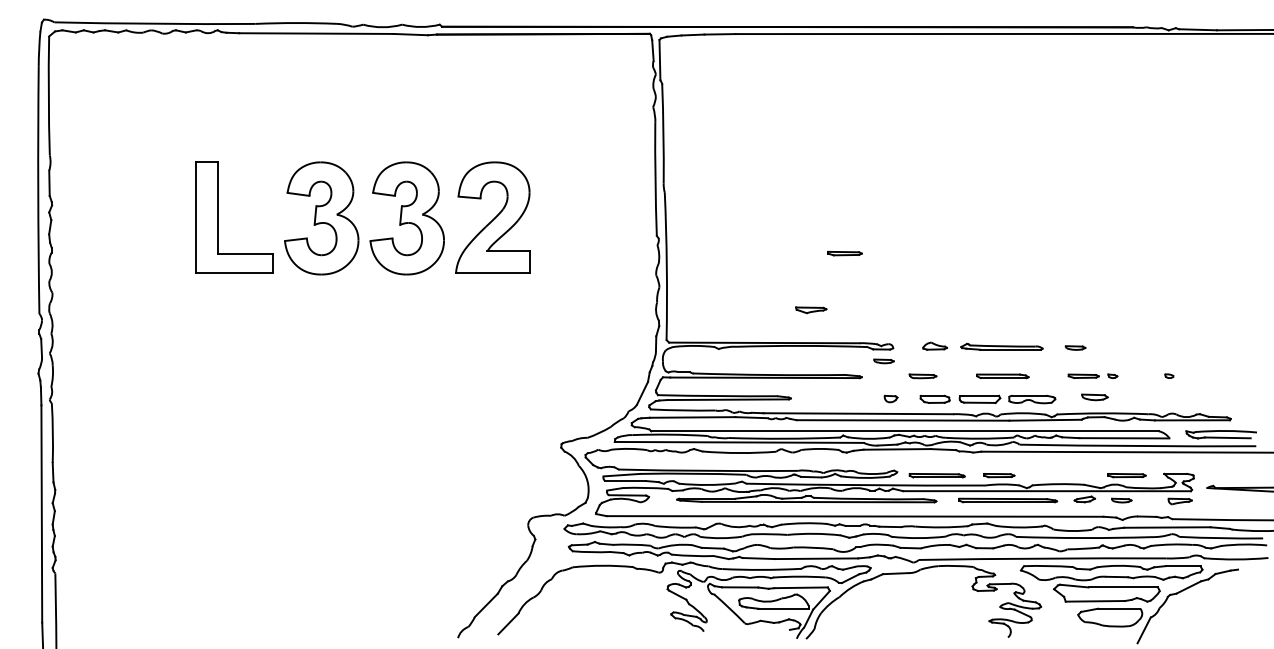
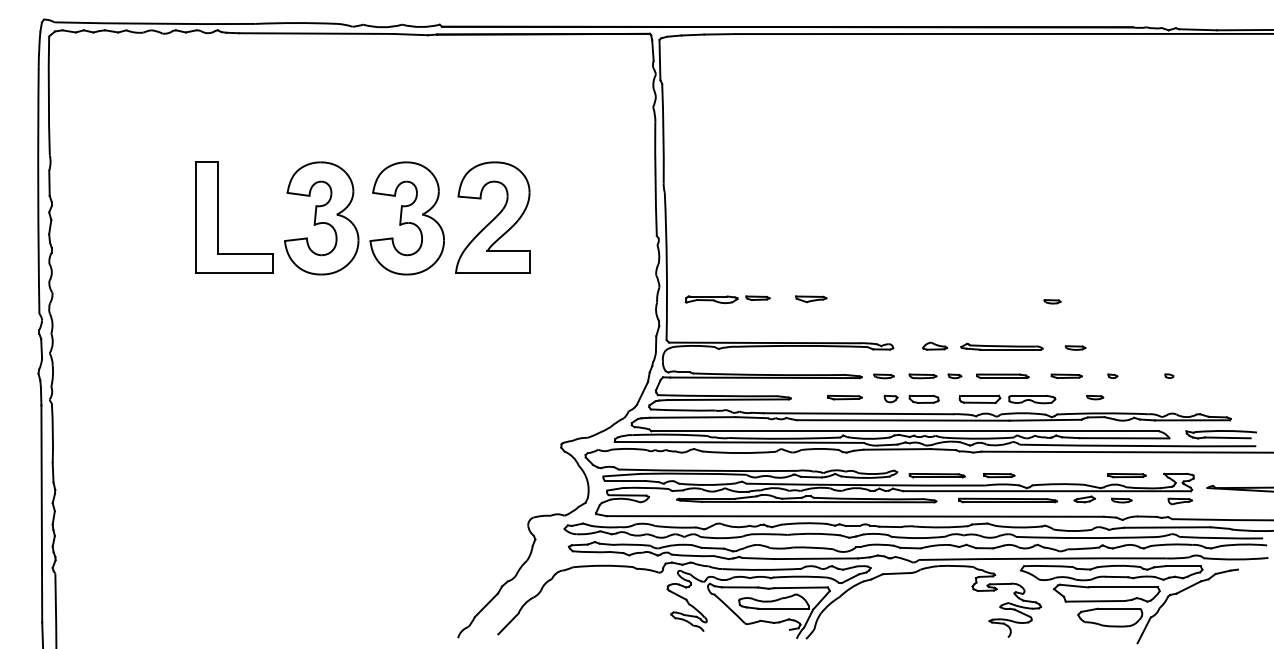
part at (844, 253) position: (844, 253) -> (844, 397)
part at (727, 299): none -> present
part at (1052, 301): none -> present
part at (811, 310) position: (811, 310) -> (811, 299)
part at (883, 361) position: (883, 361) -> (883, 376)
part at (1083, 375) position: (1083, 375) -> (1066, 375)
part at (954, 376): none -> present
part at (1094, 397) size: 28x9 px -> 19x6 px
part at (934, 398) position: (934, 398) -> (923, 398)
